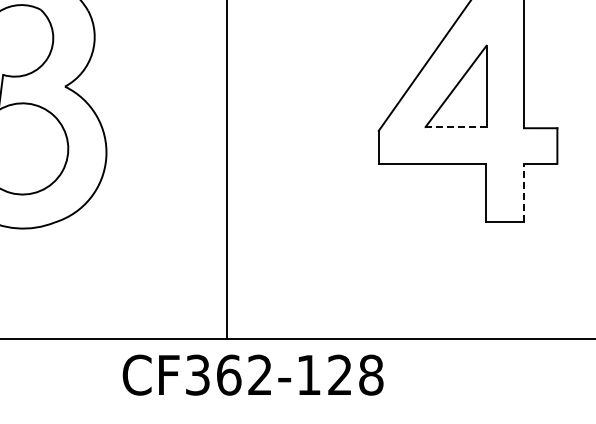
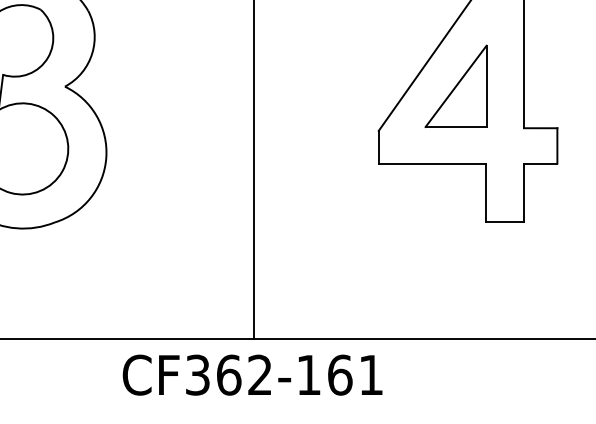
line at (455, 127): dashed -> solid
line at (226, 170) position: (226, 170) -> (253, 170)
line at (523, 192): dashed -> solid
text at (355, 374): CF362-128 -> CF362-161
